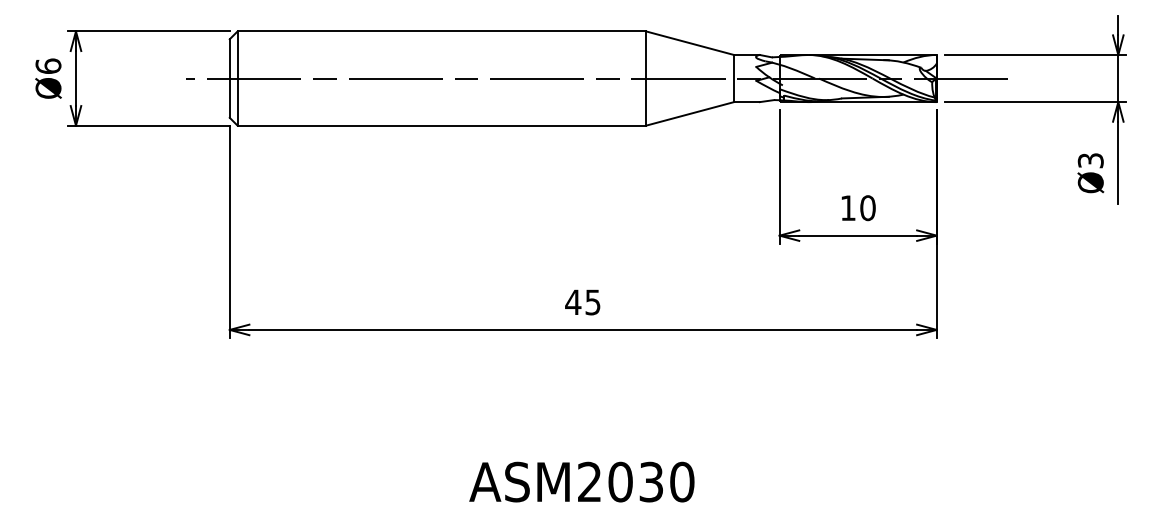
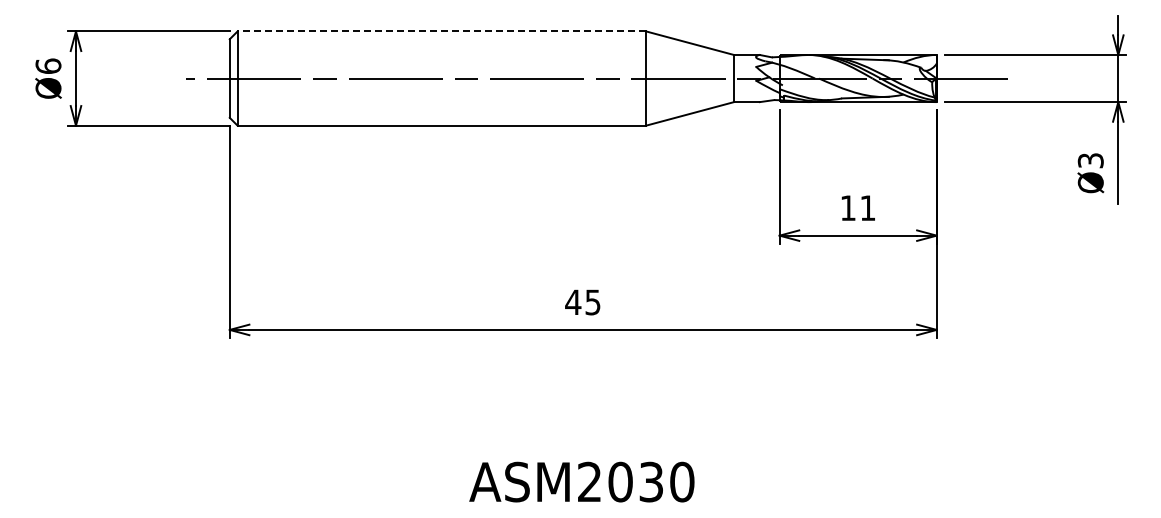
line at (441, 31): solid -> dashed
text at (867, 208): 10 -> 11
